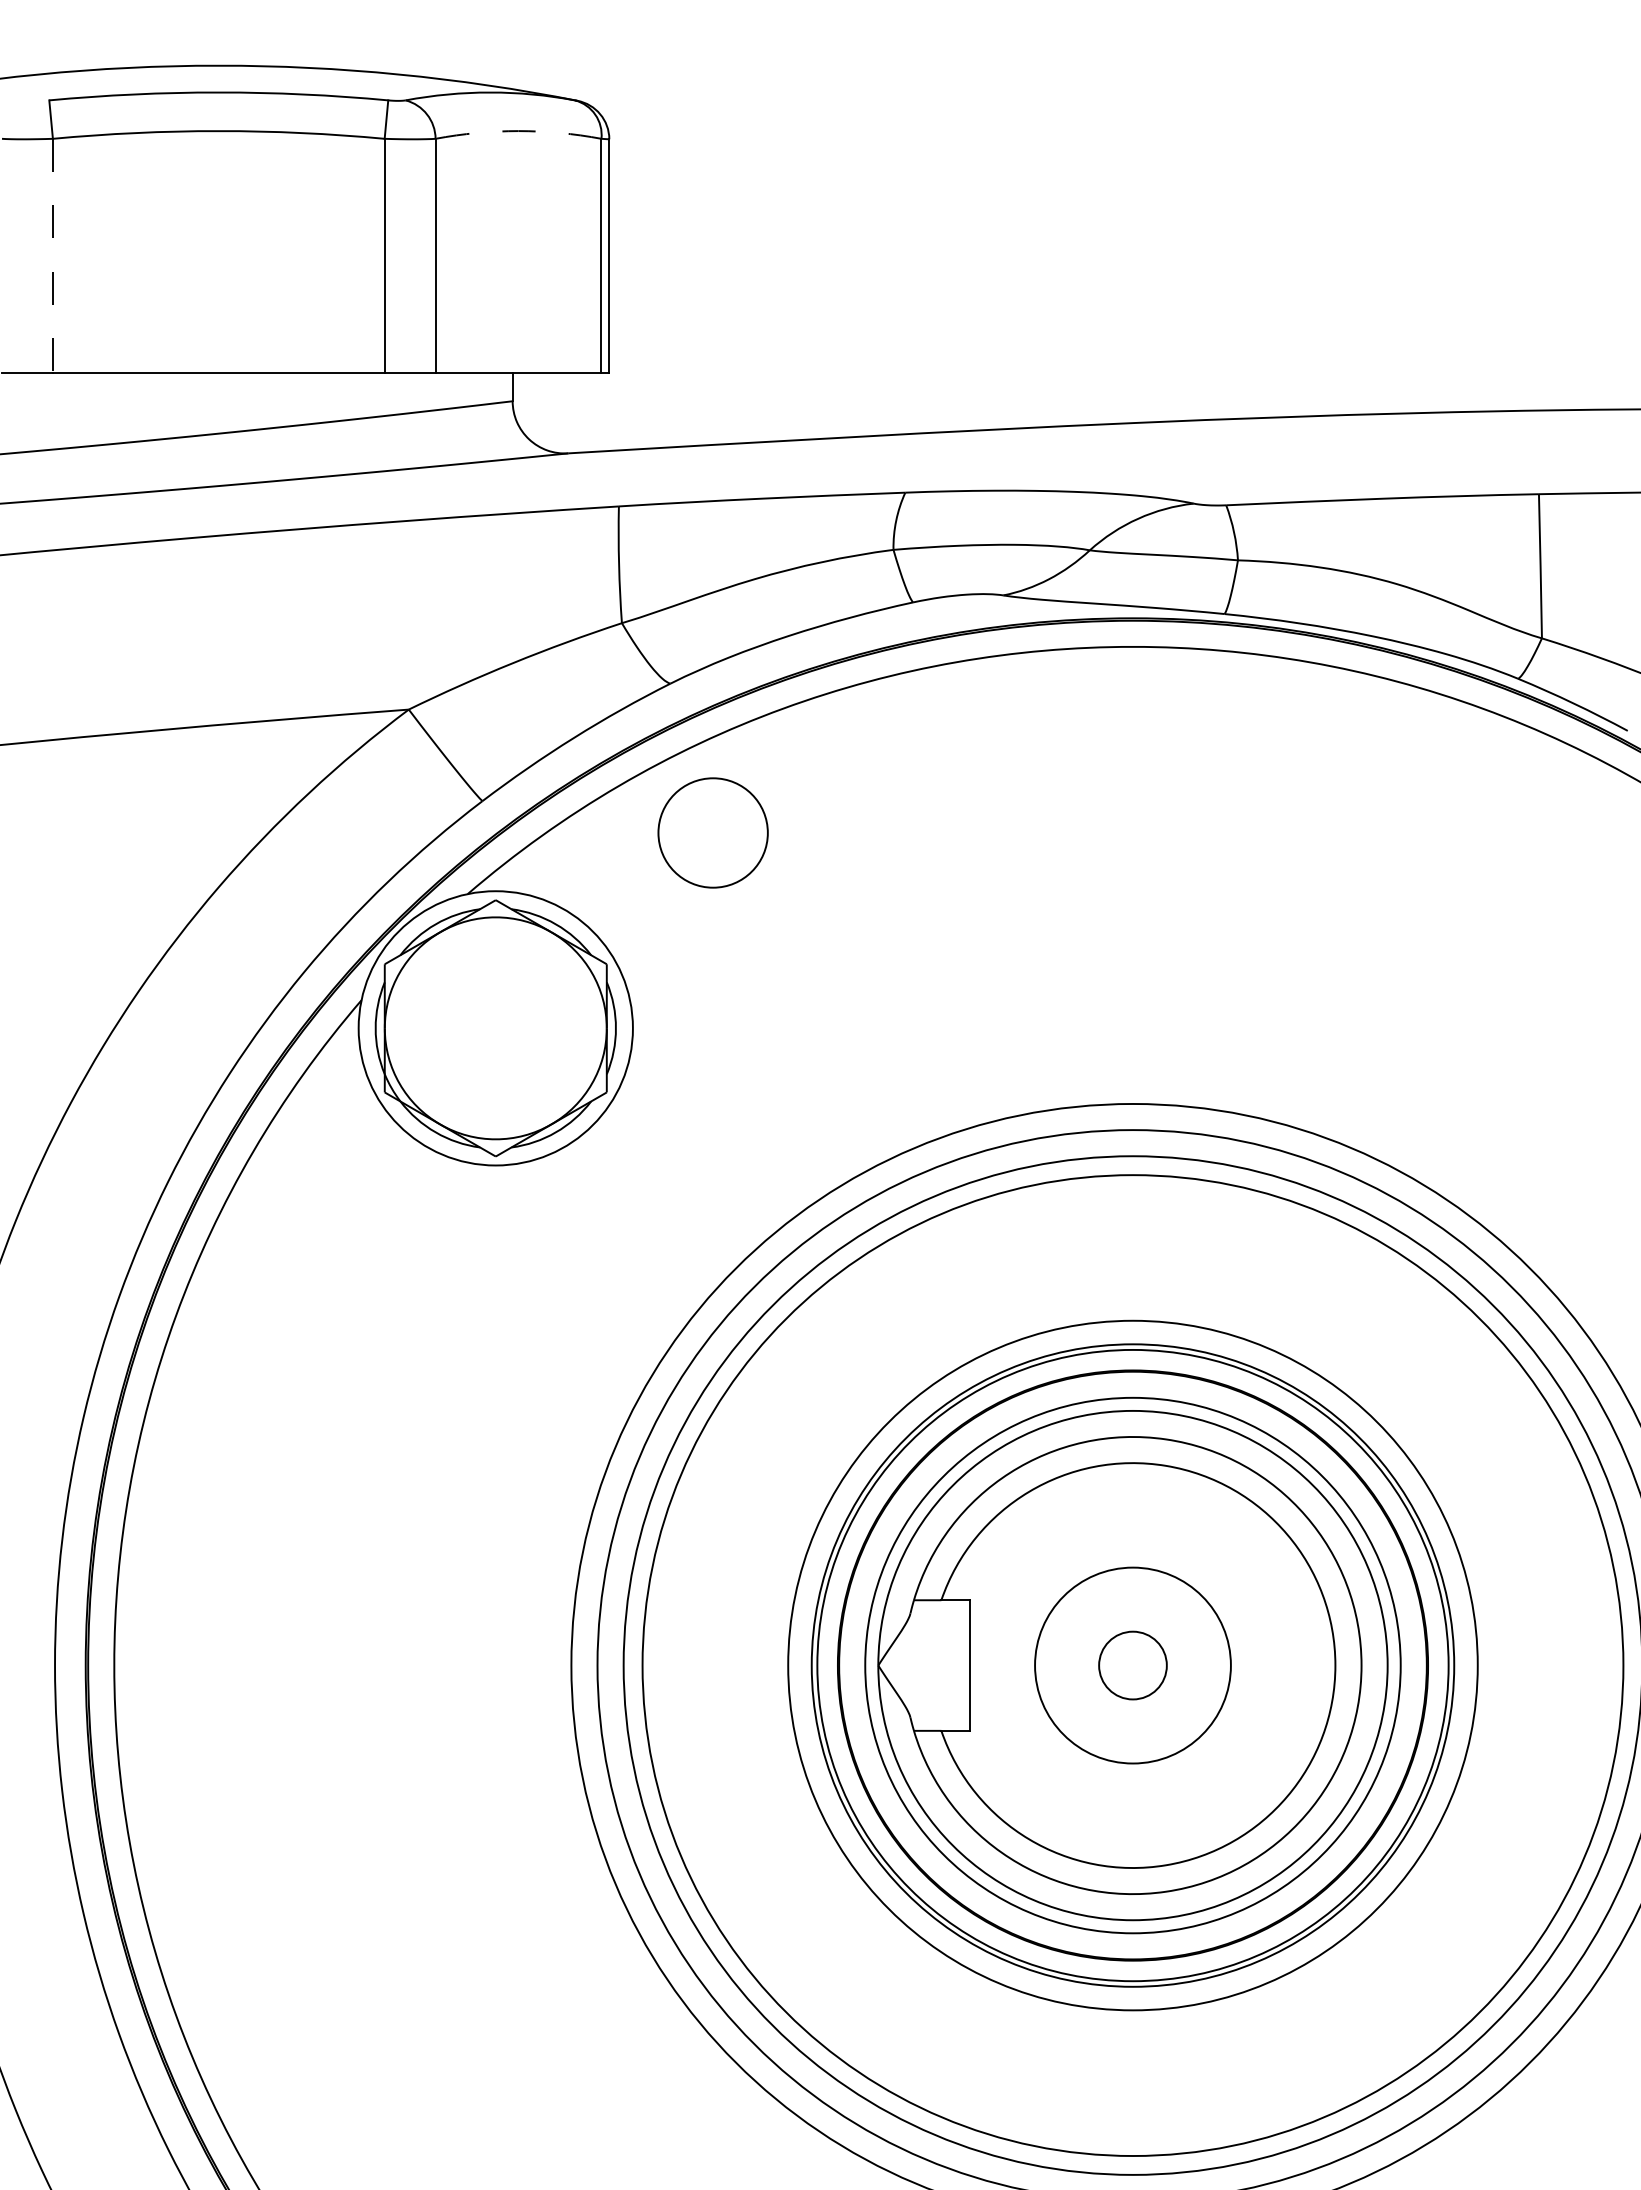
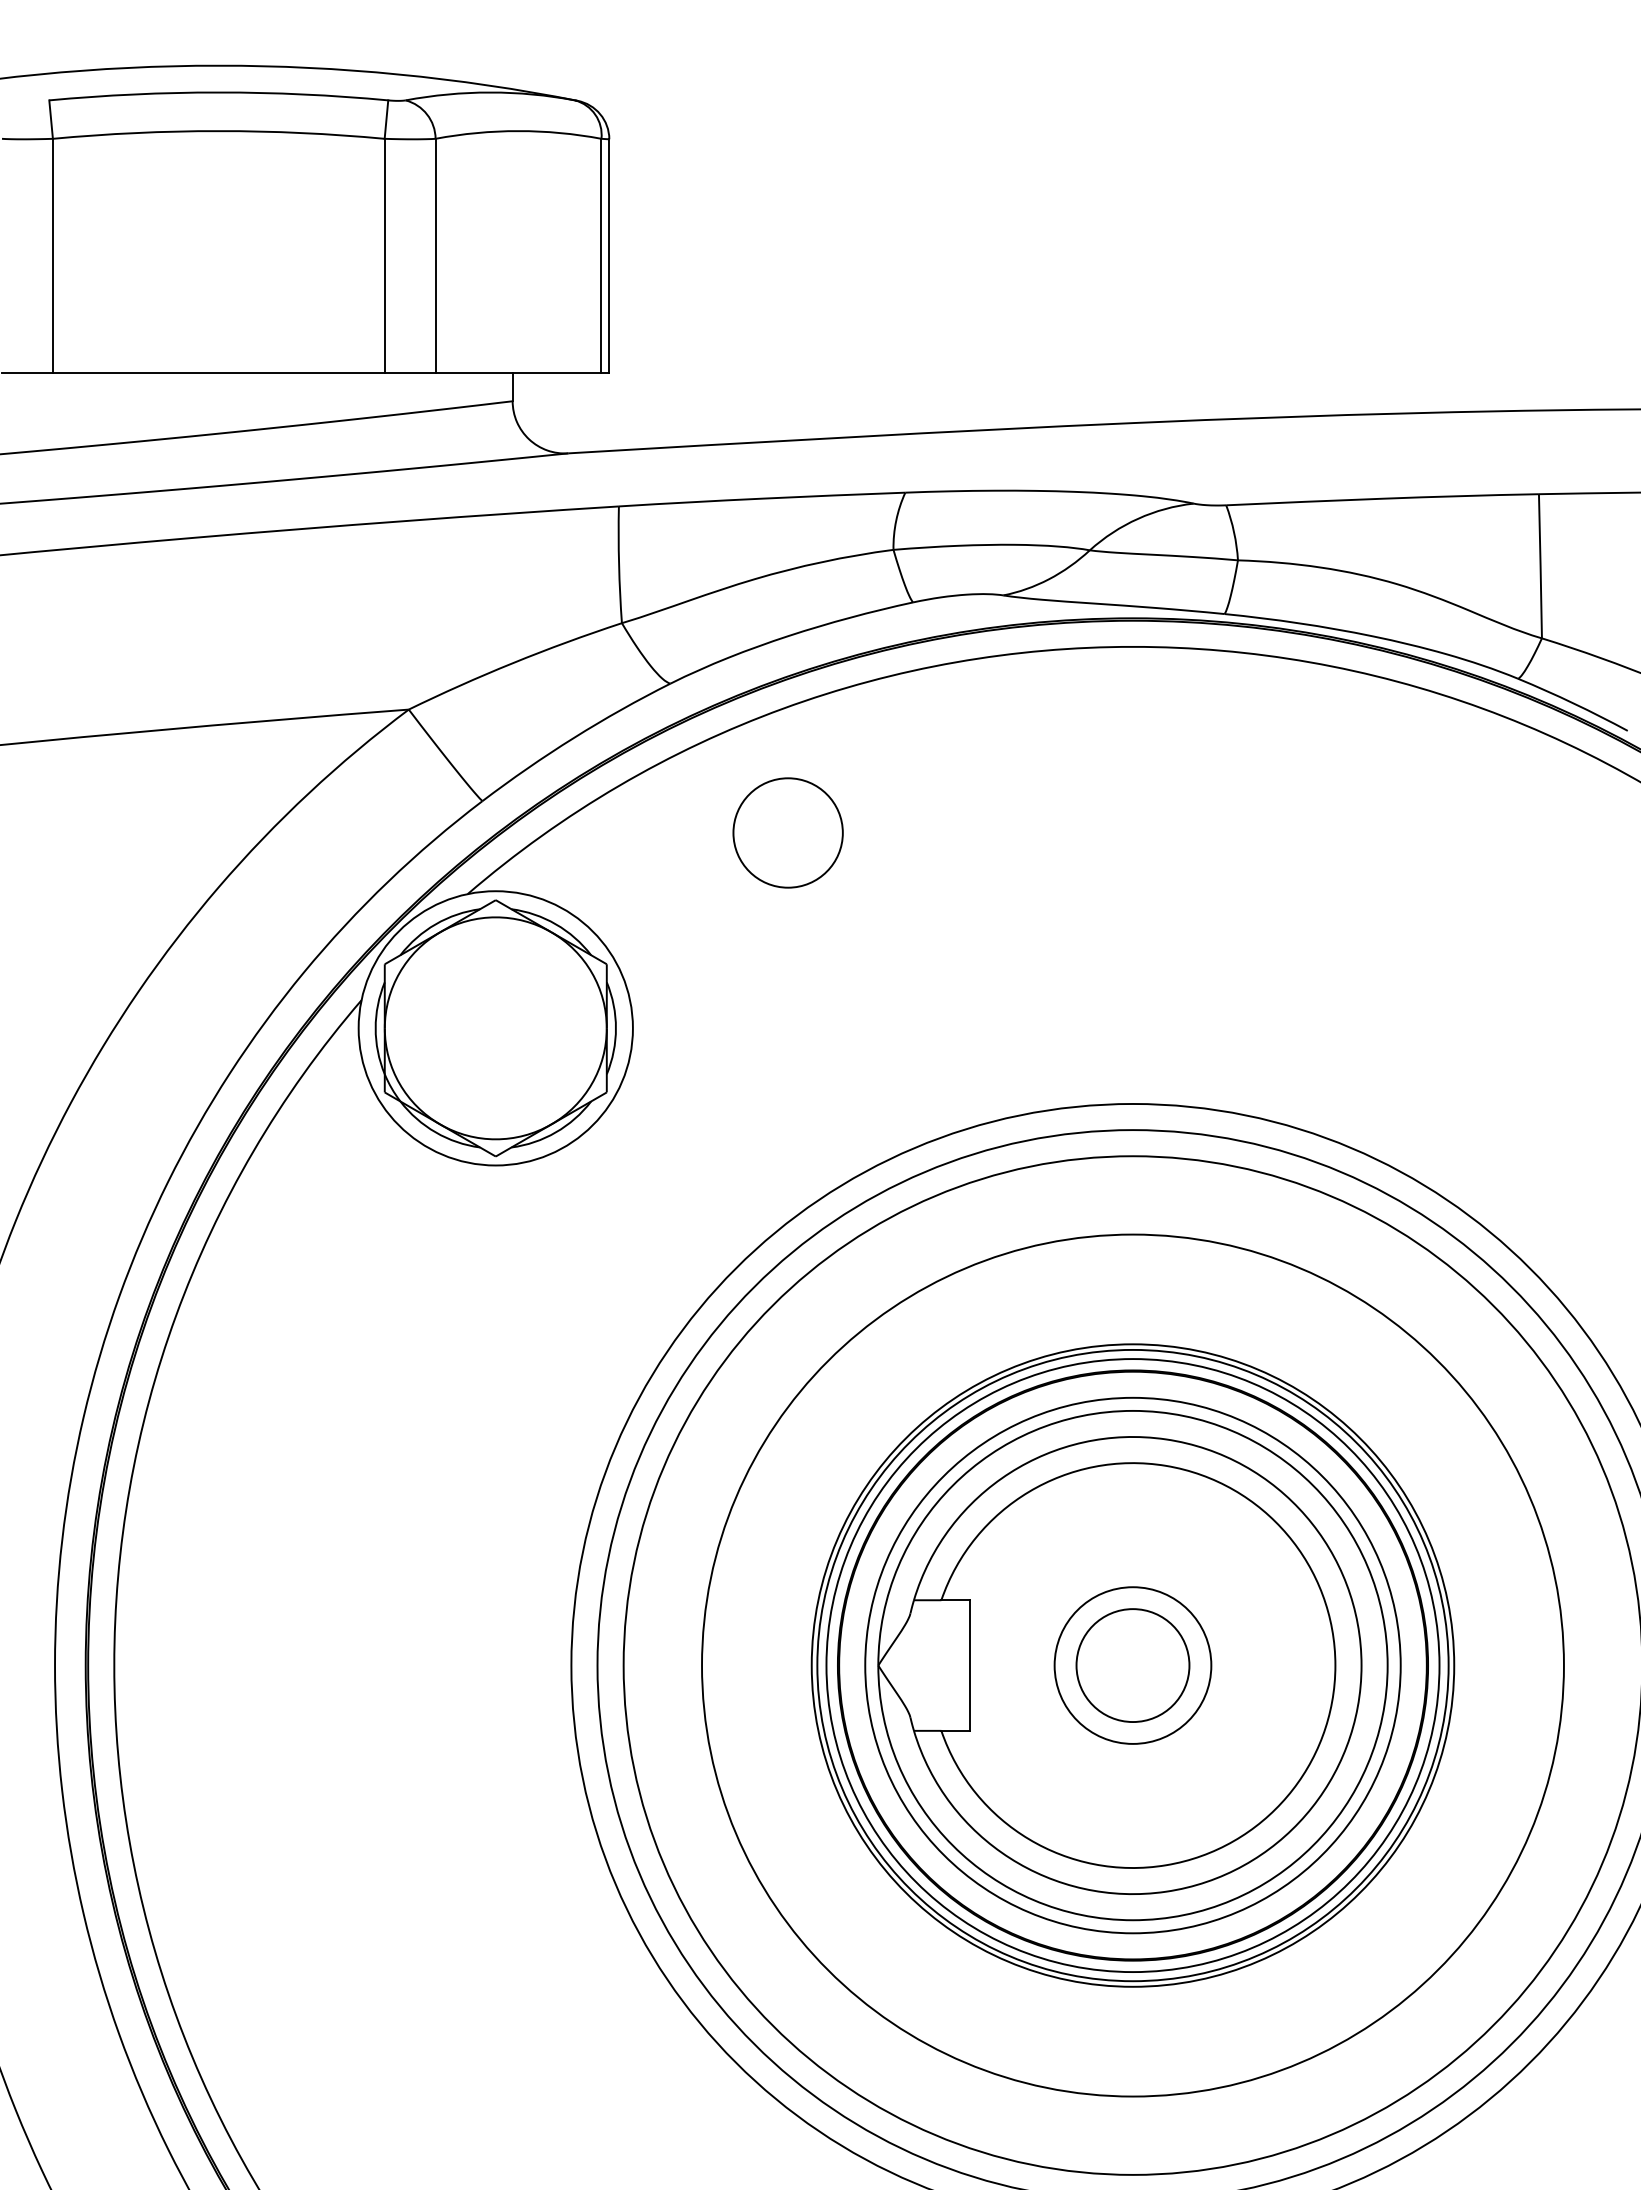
arc at (518, 131): dashed -> solid
line at (52, 255): dashed -> solid
circle at (712, 832) position: (712, 832) -> (787, 832)
circle at (1132, 1665) diameter: 196 px -> 157 px
circle at (1132, 1665) diameter: 68 px -> 113 px
circle at (1132, 1665) diameter: 690 px -> 862 px
circle at (1132, 1665) diameter: 981 px -> 613 px
